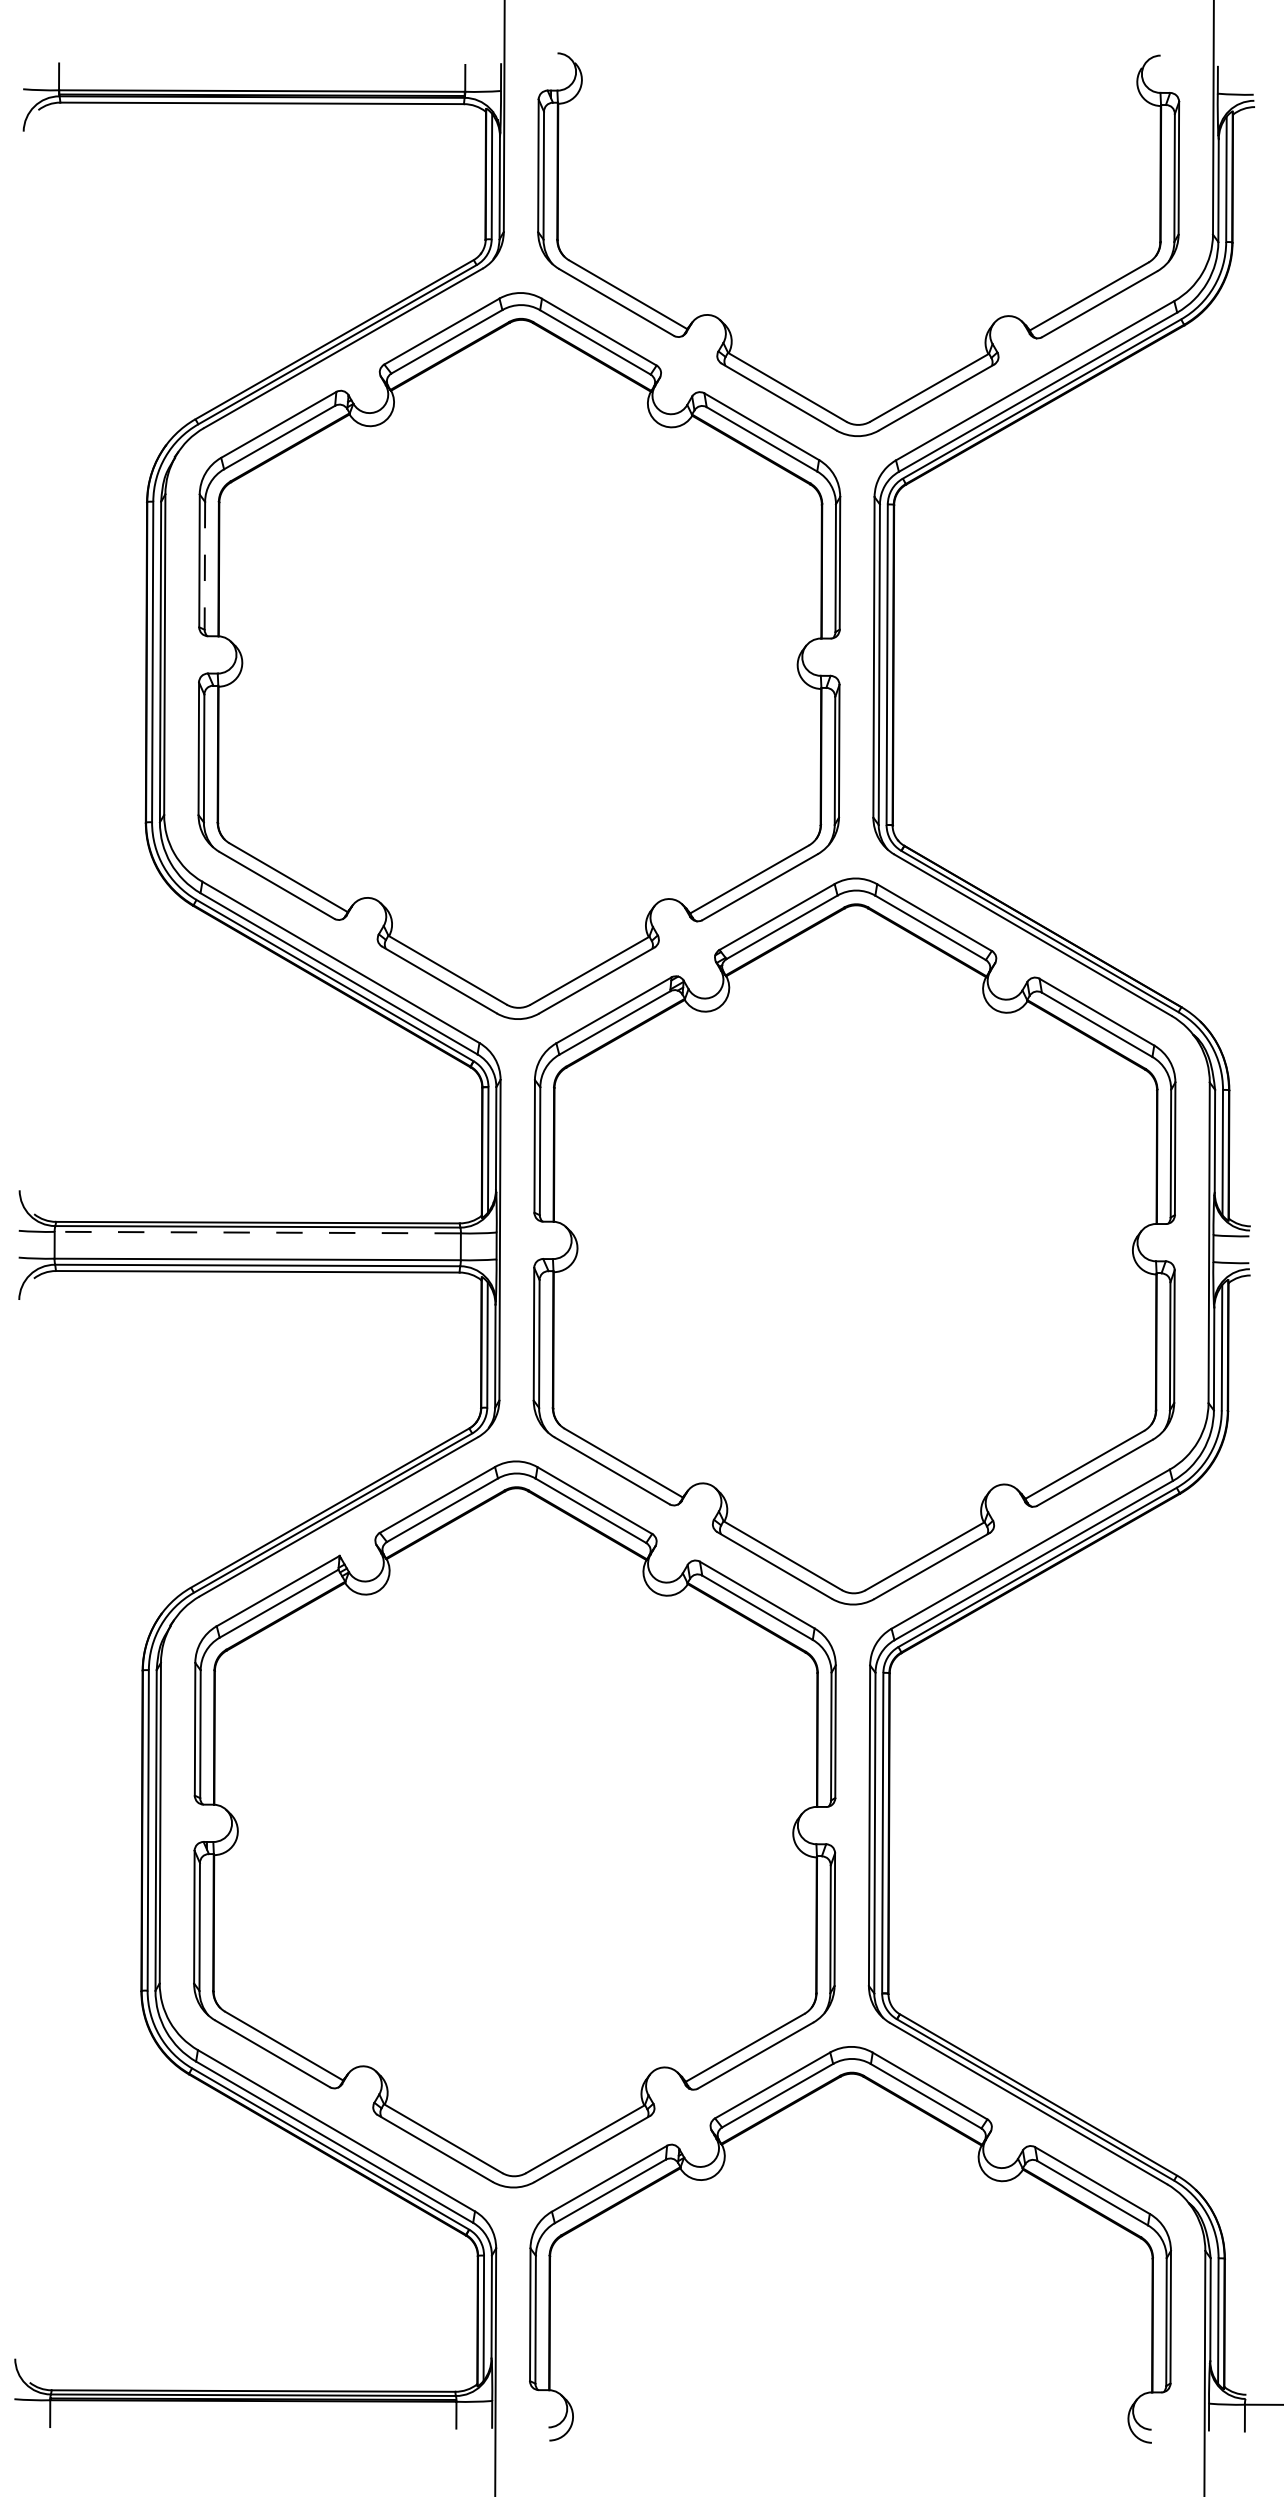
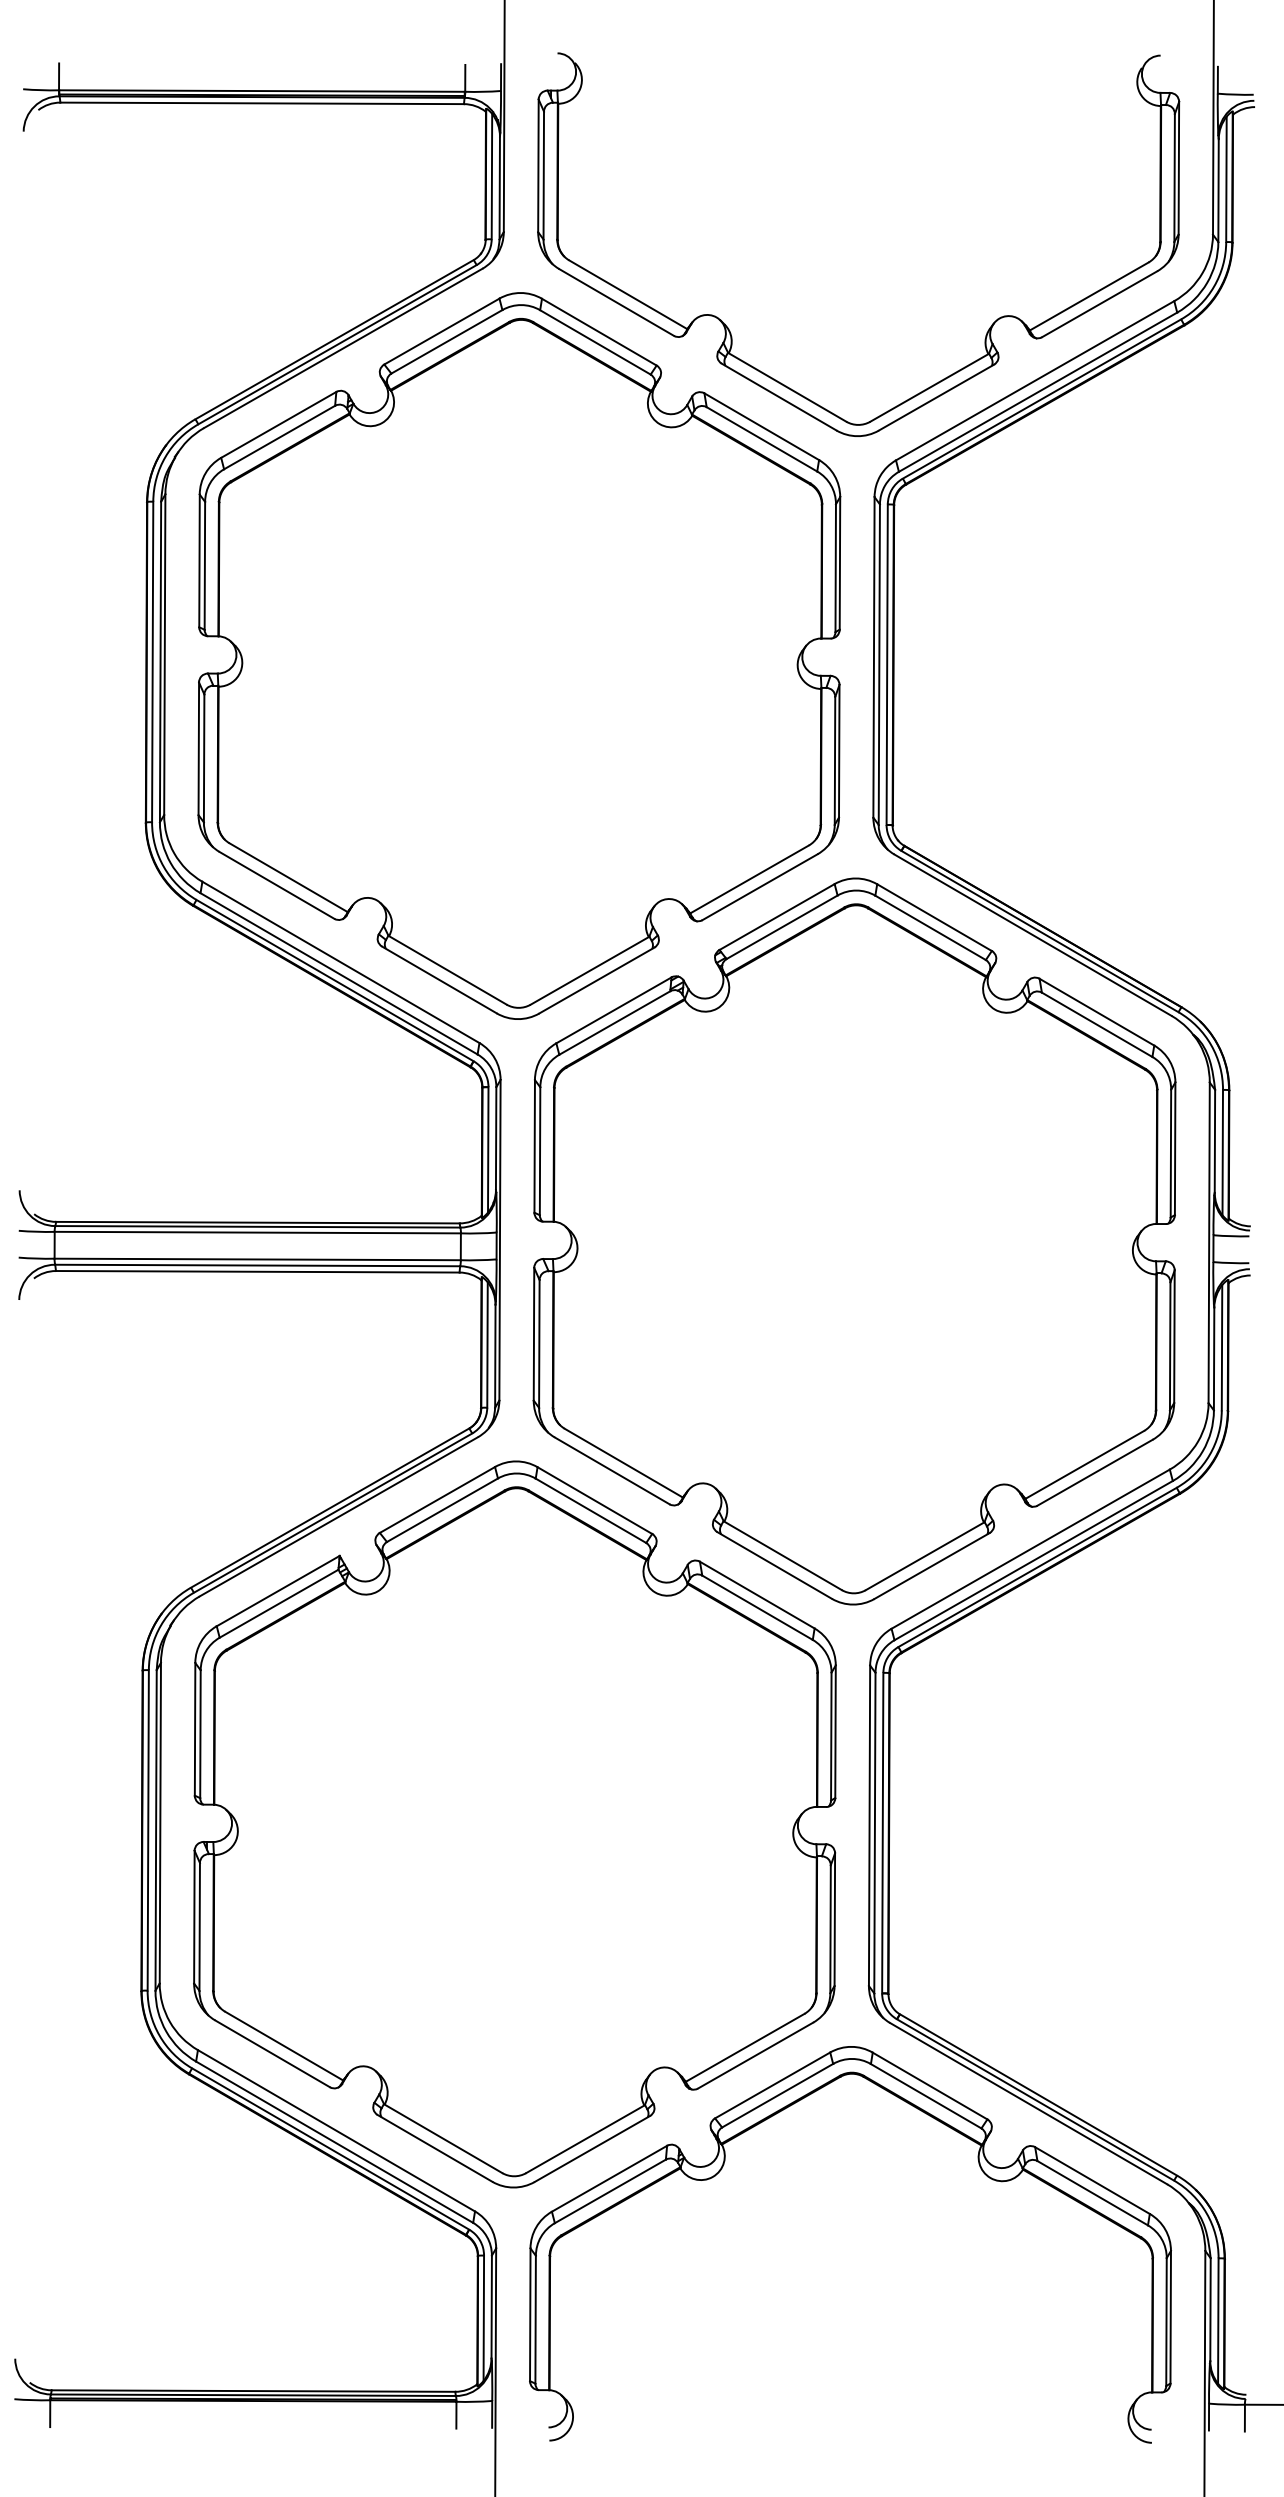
line at (204, 565): dashed -> solid
line at (257, 1232): dashed -> solid
